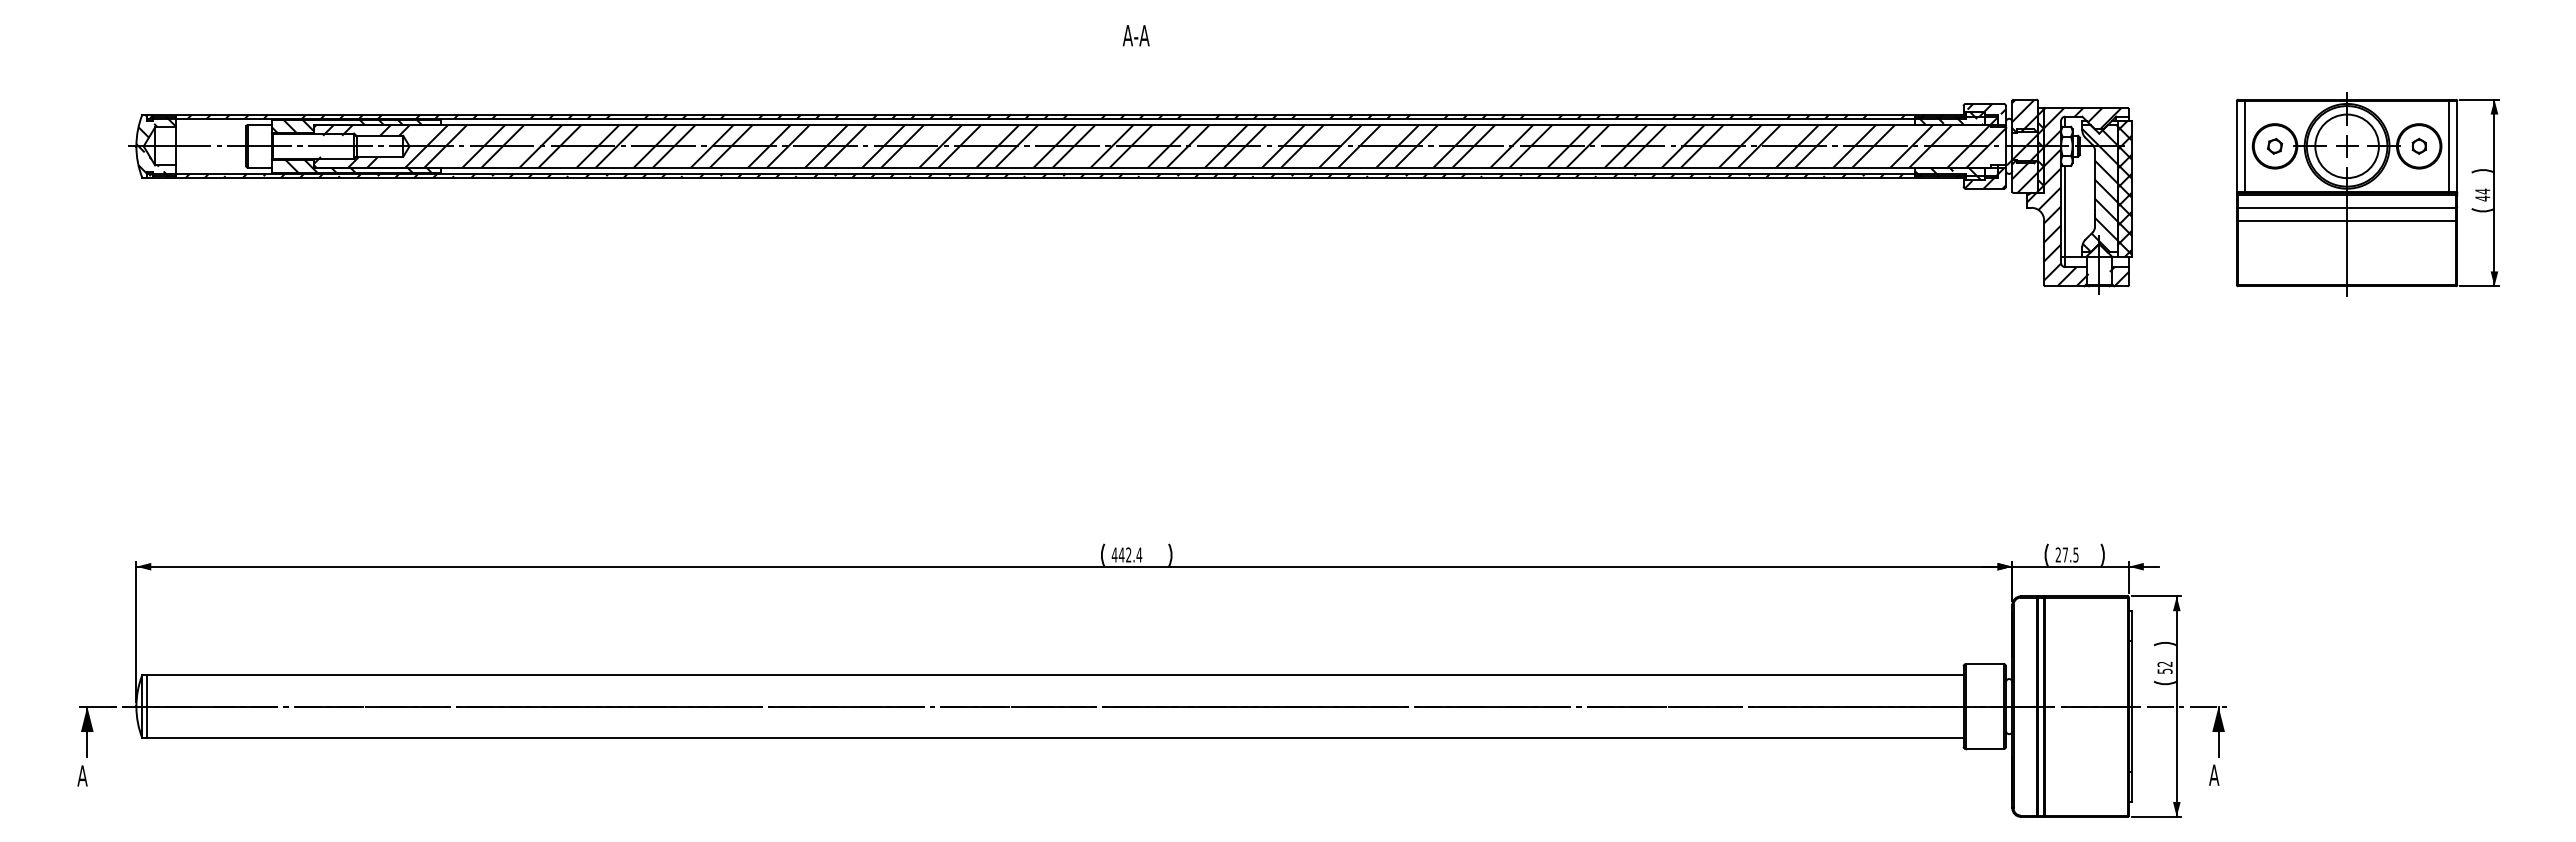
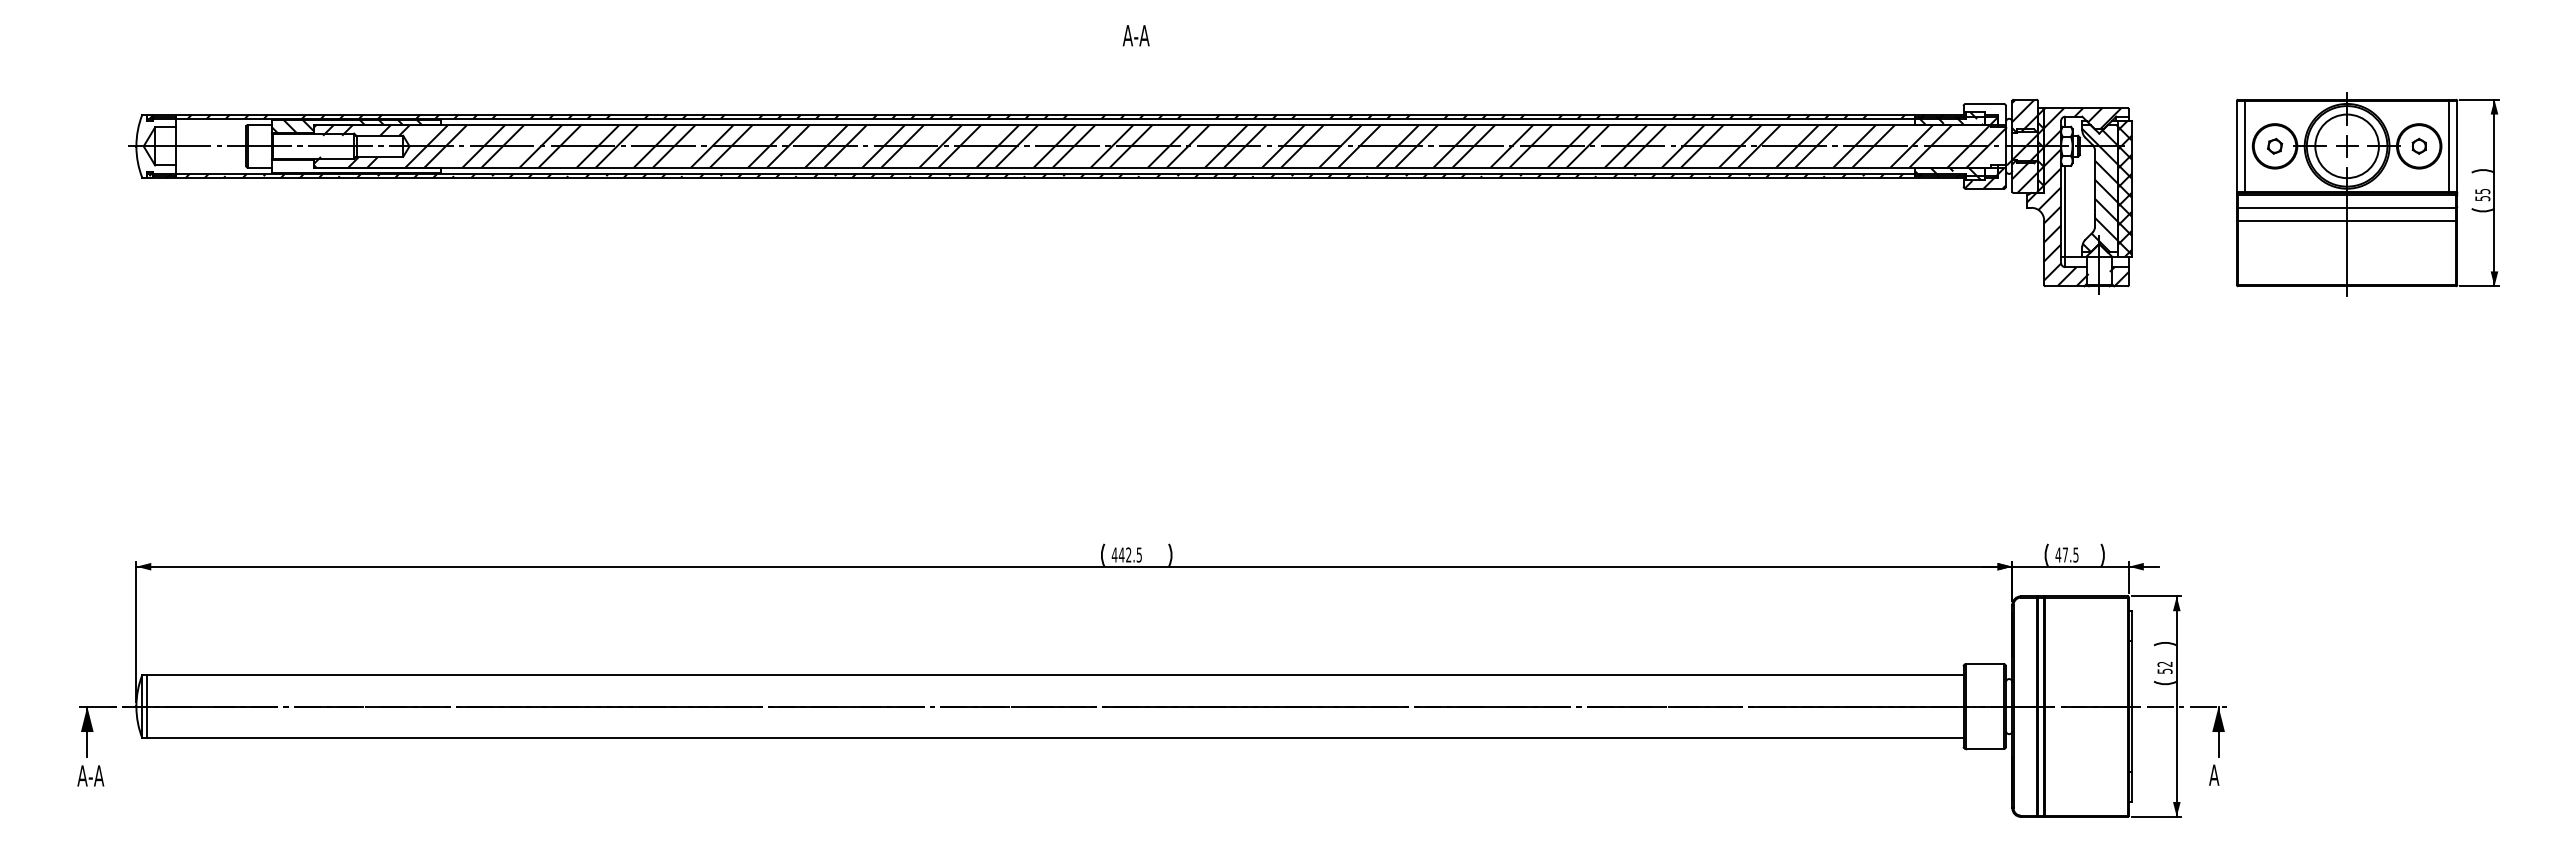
hatch at (1986, 109): present -> none
hatch at (156, 145): present -> none
hatch at (358, 165): present -> none
text at (2482, 194): 44 -> 55
text at (1139, 554): 442.4 -> 442.5
text at (2058, 554): 27.5 -> 47.5
text at (96, 775): A -> A-A
